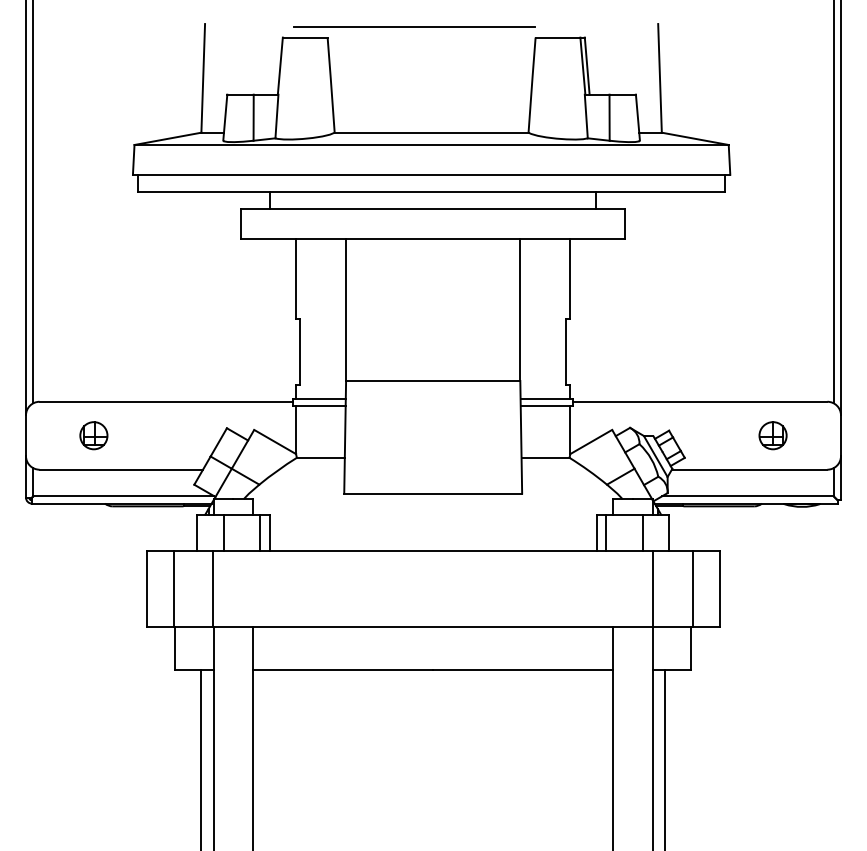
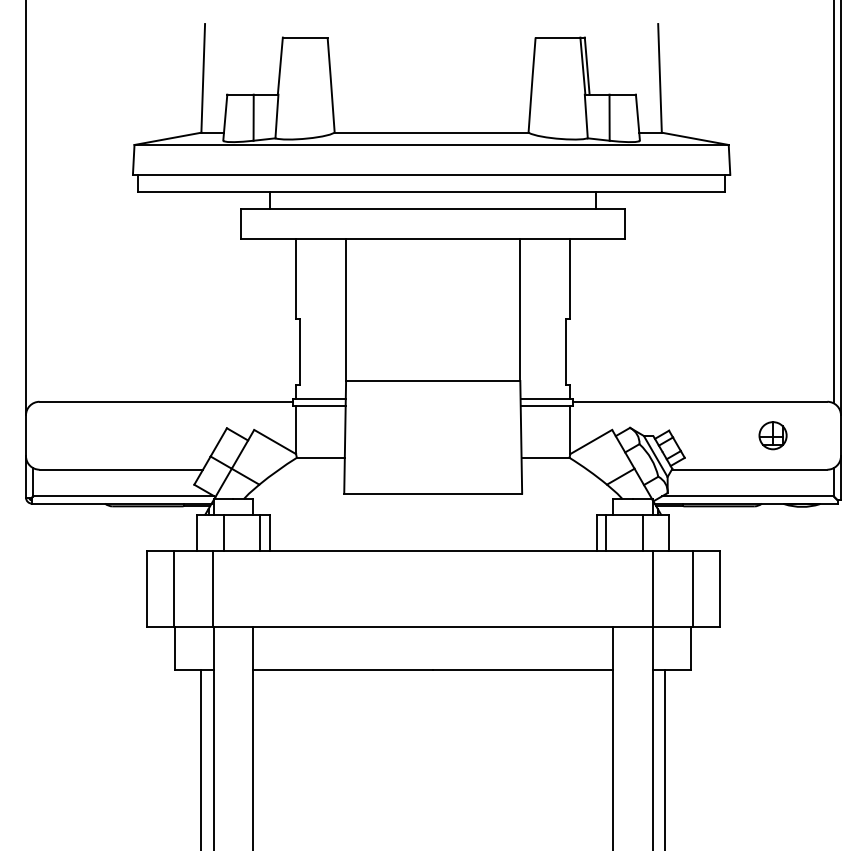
line at (413, 27): present -> none
line at (33, 202): present -> none
part at (93, 435): present -> none
